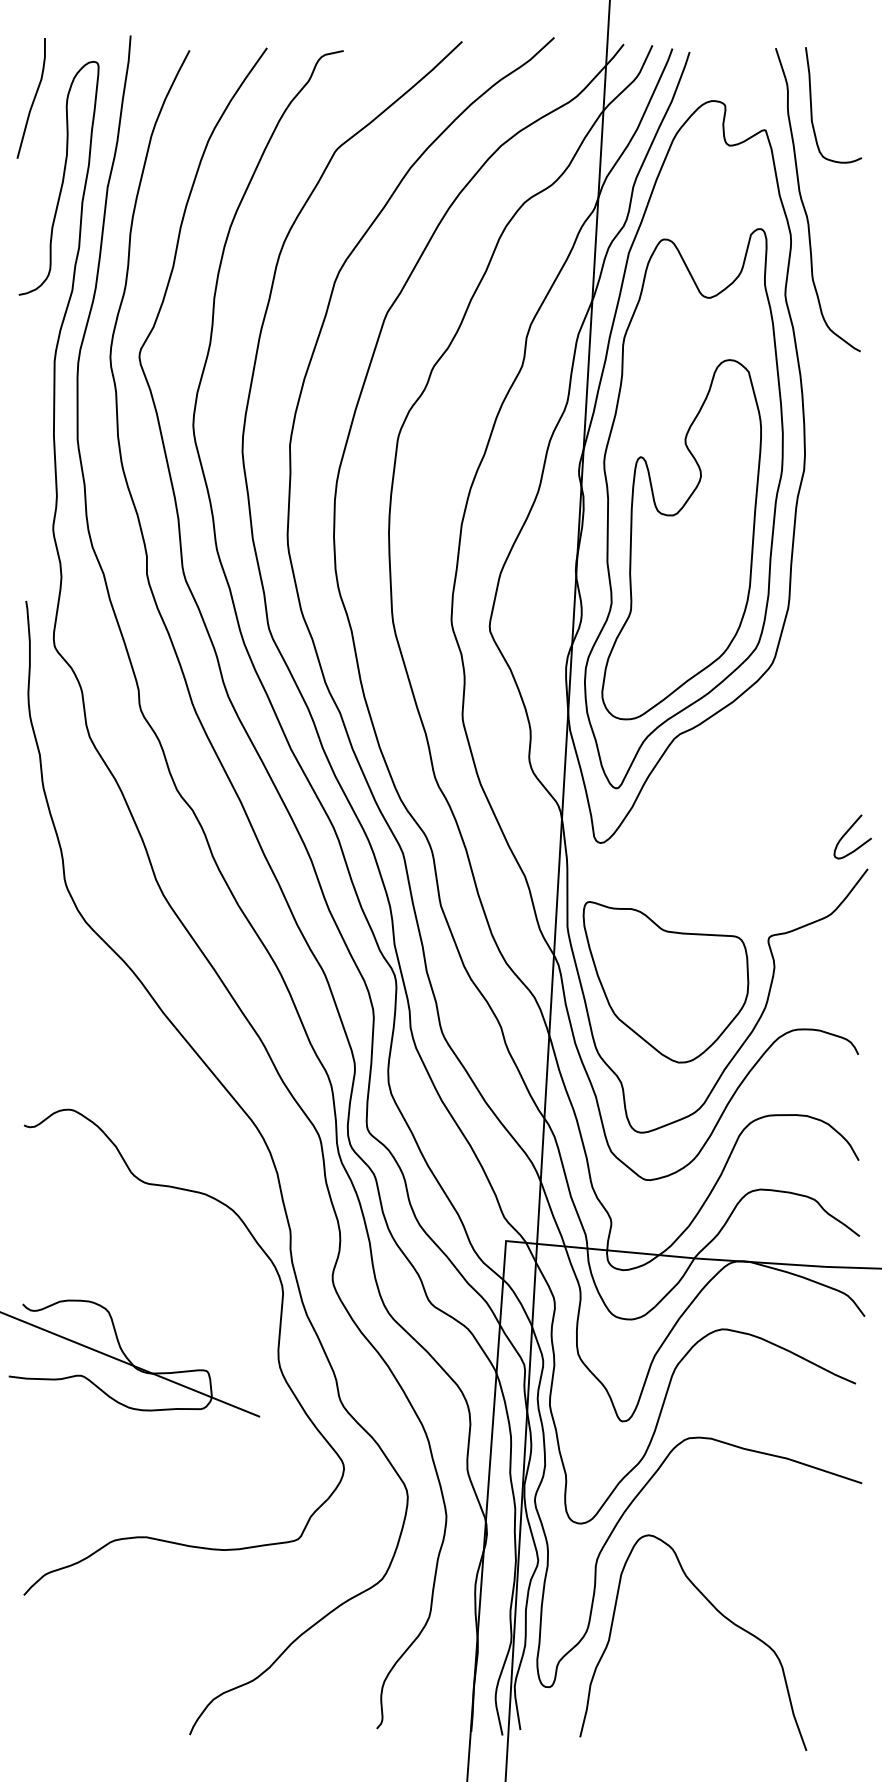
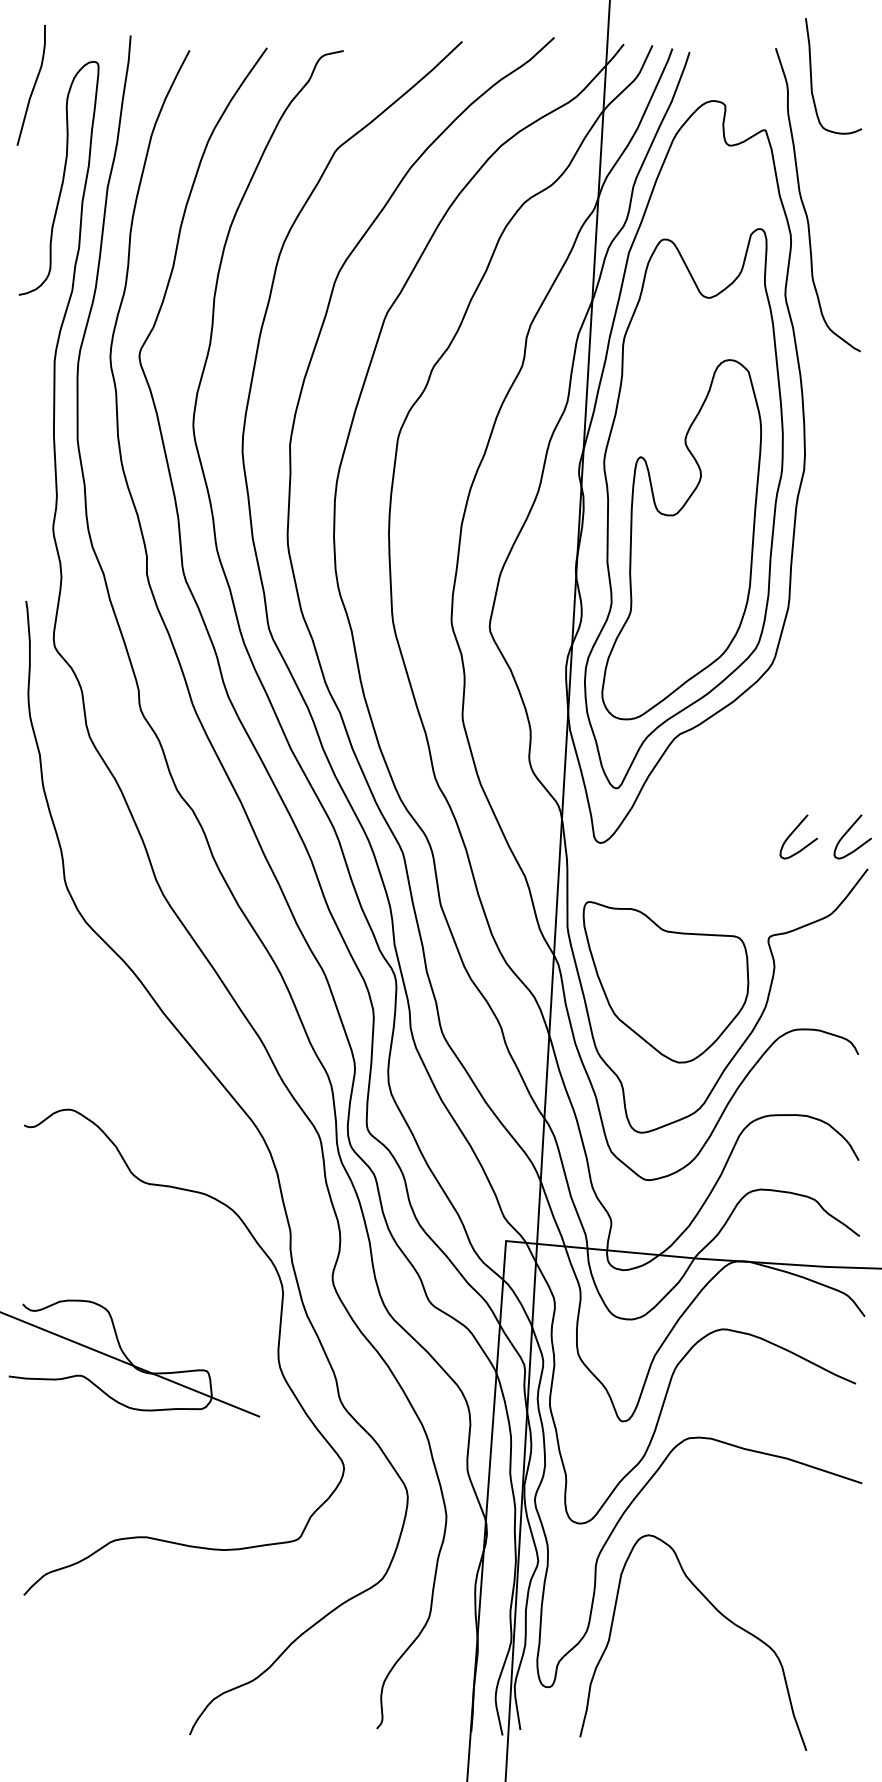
curve at (32, 100) position: (32, 100) -> (32, 87)
curve at (812, 107) position: (812, 107) -> (812, 78)
curve at (792, 834): none -> present
